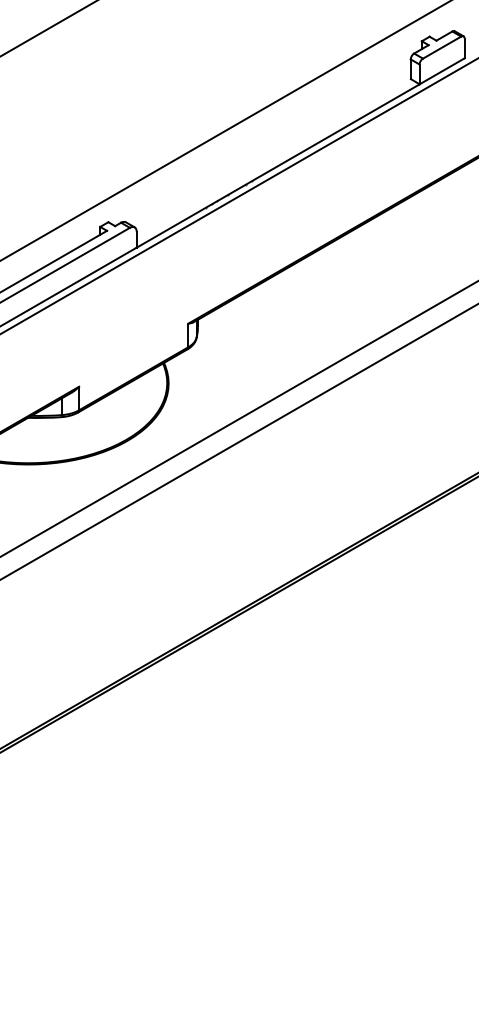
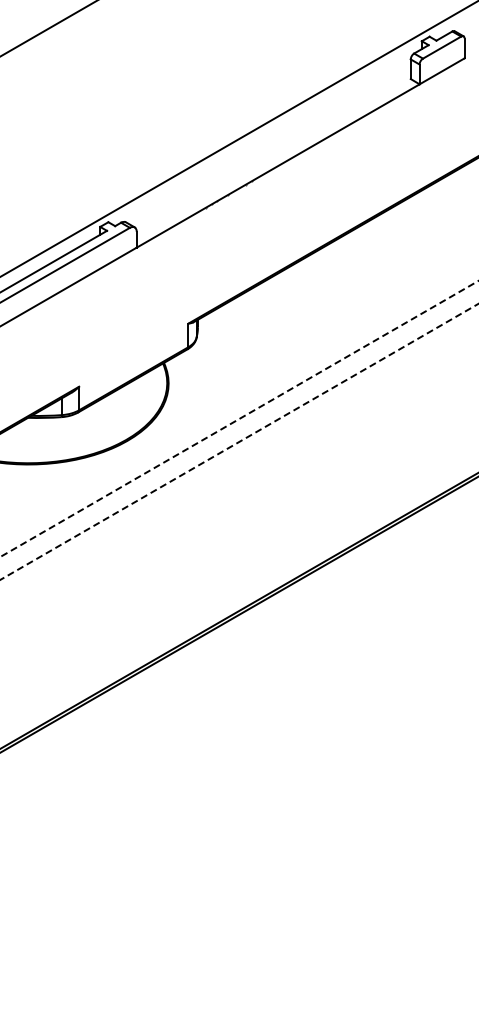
line at (225, 130) position: (225, 130) -> (238, 138)
line at (238, 196): present -> none
line at (239, 419): solid -> dashed
line at (239, 442): solid -> dashed
